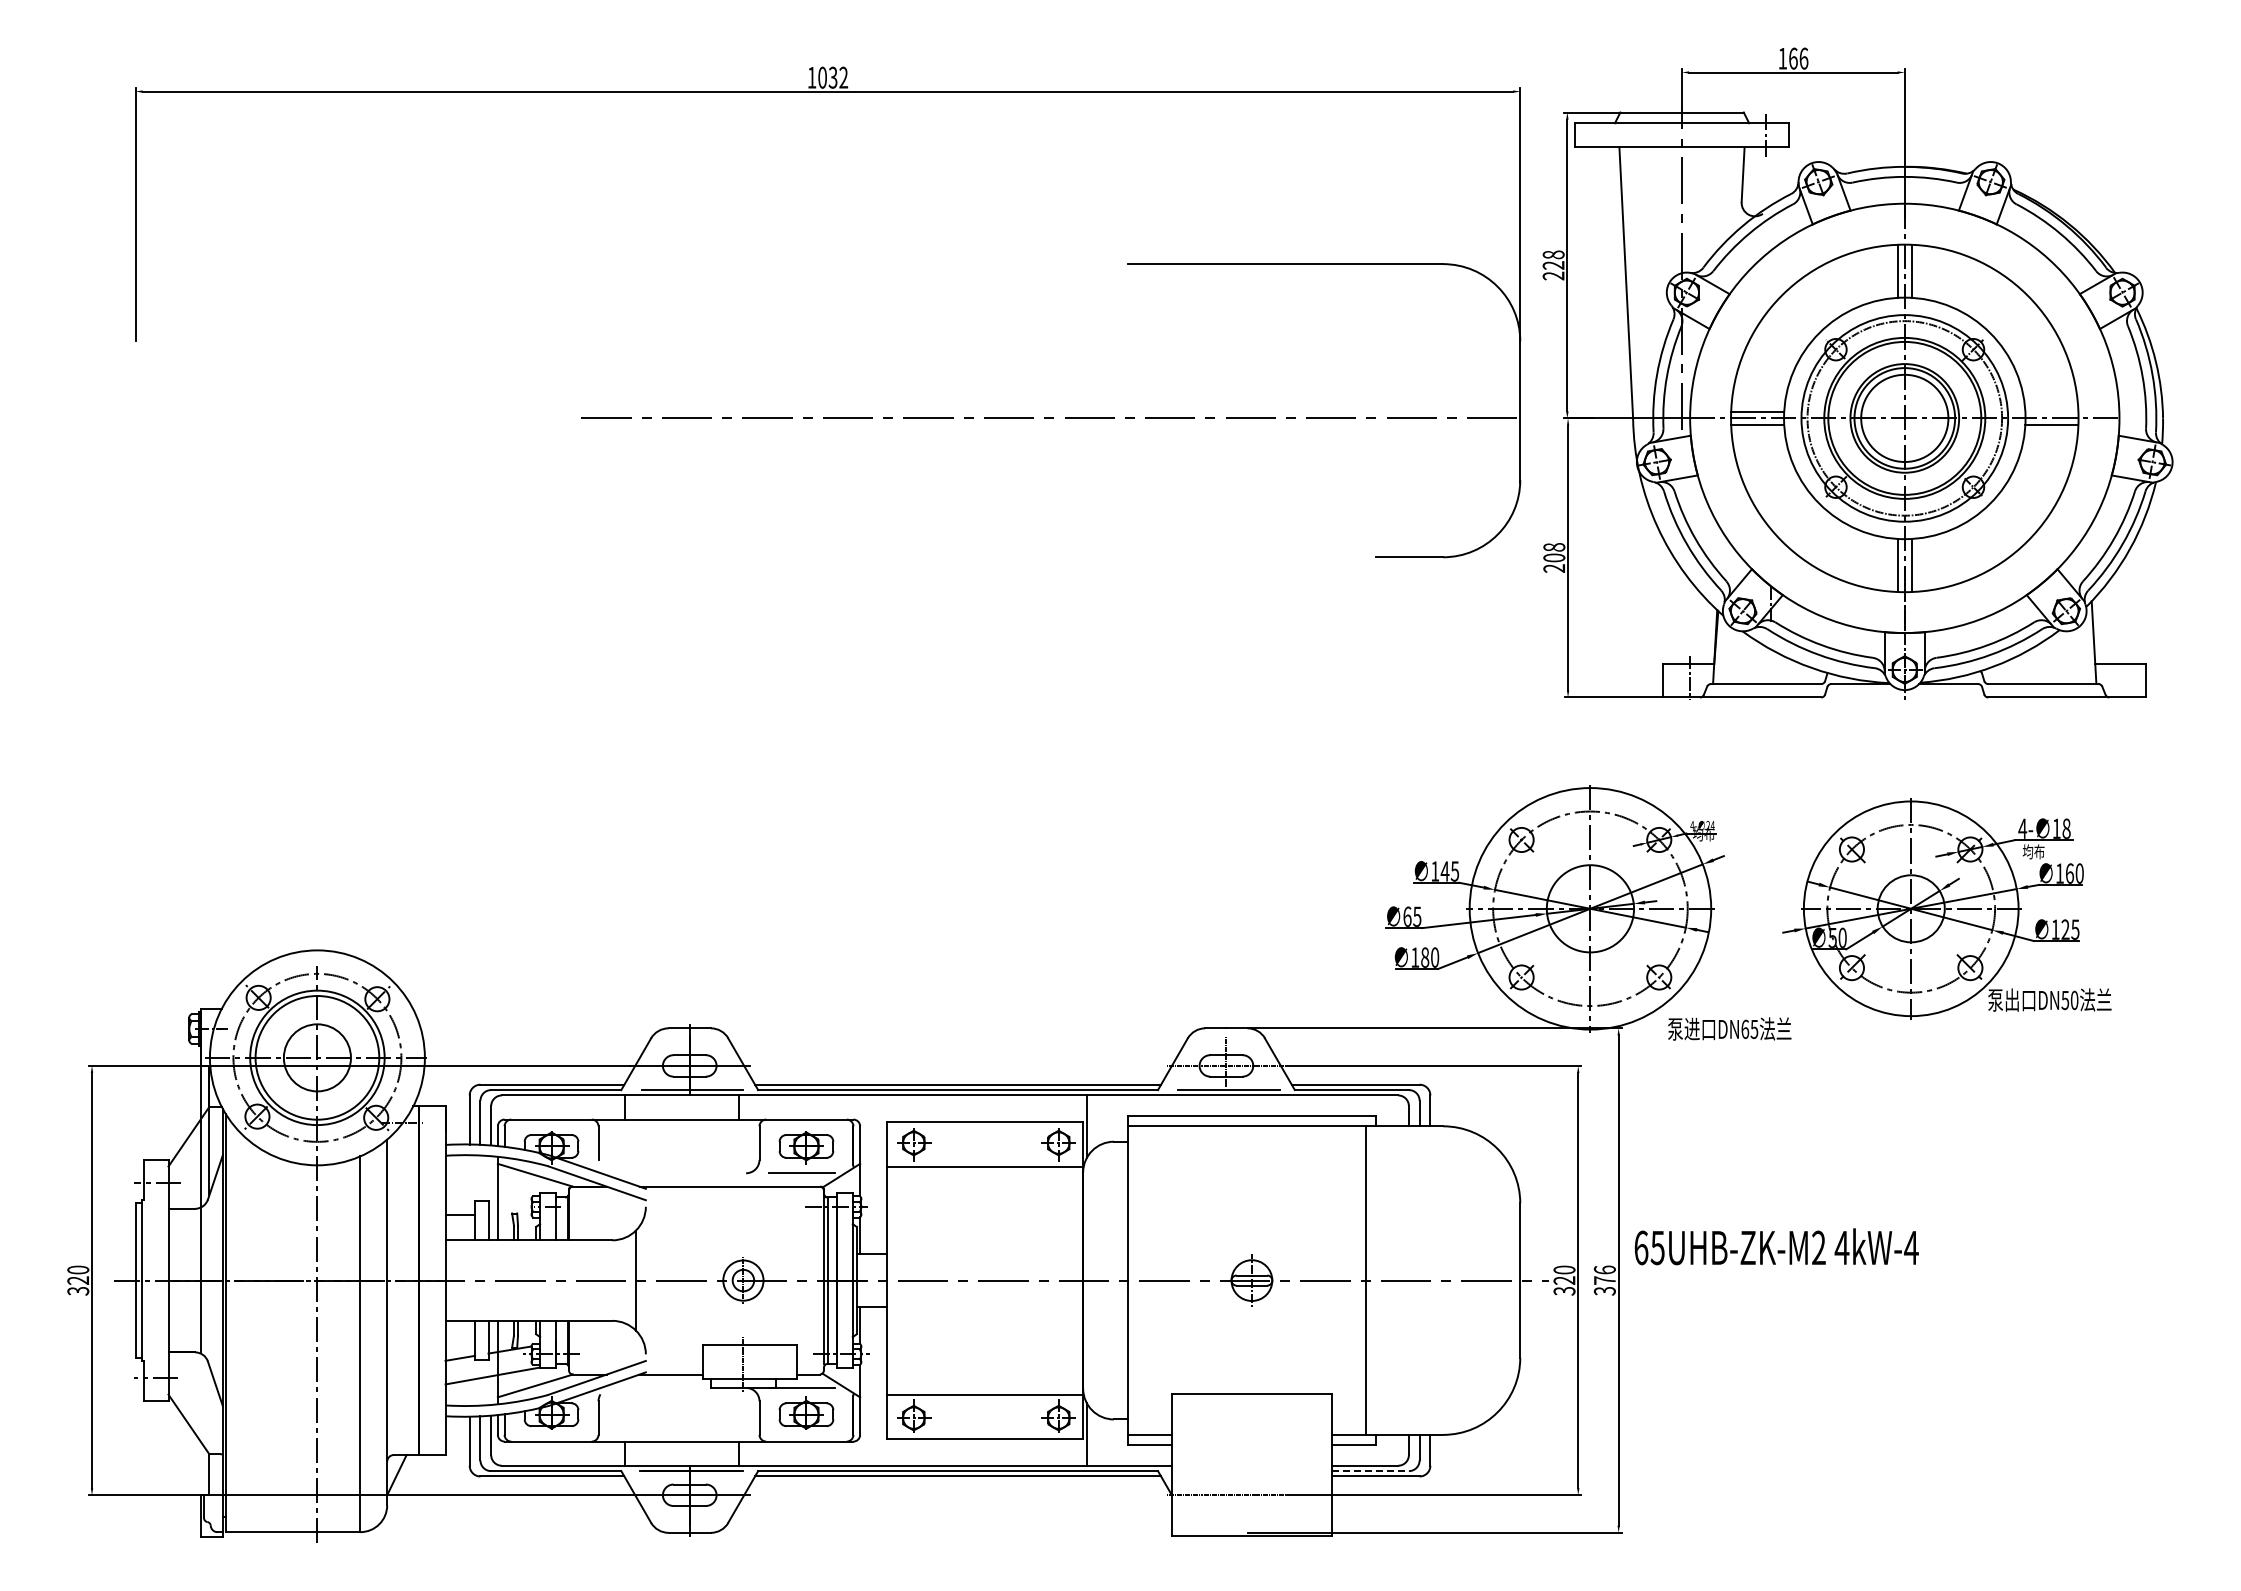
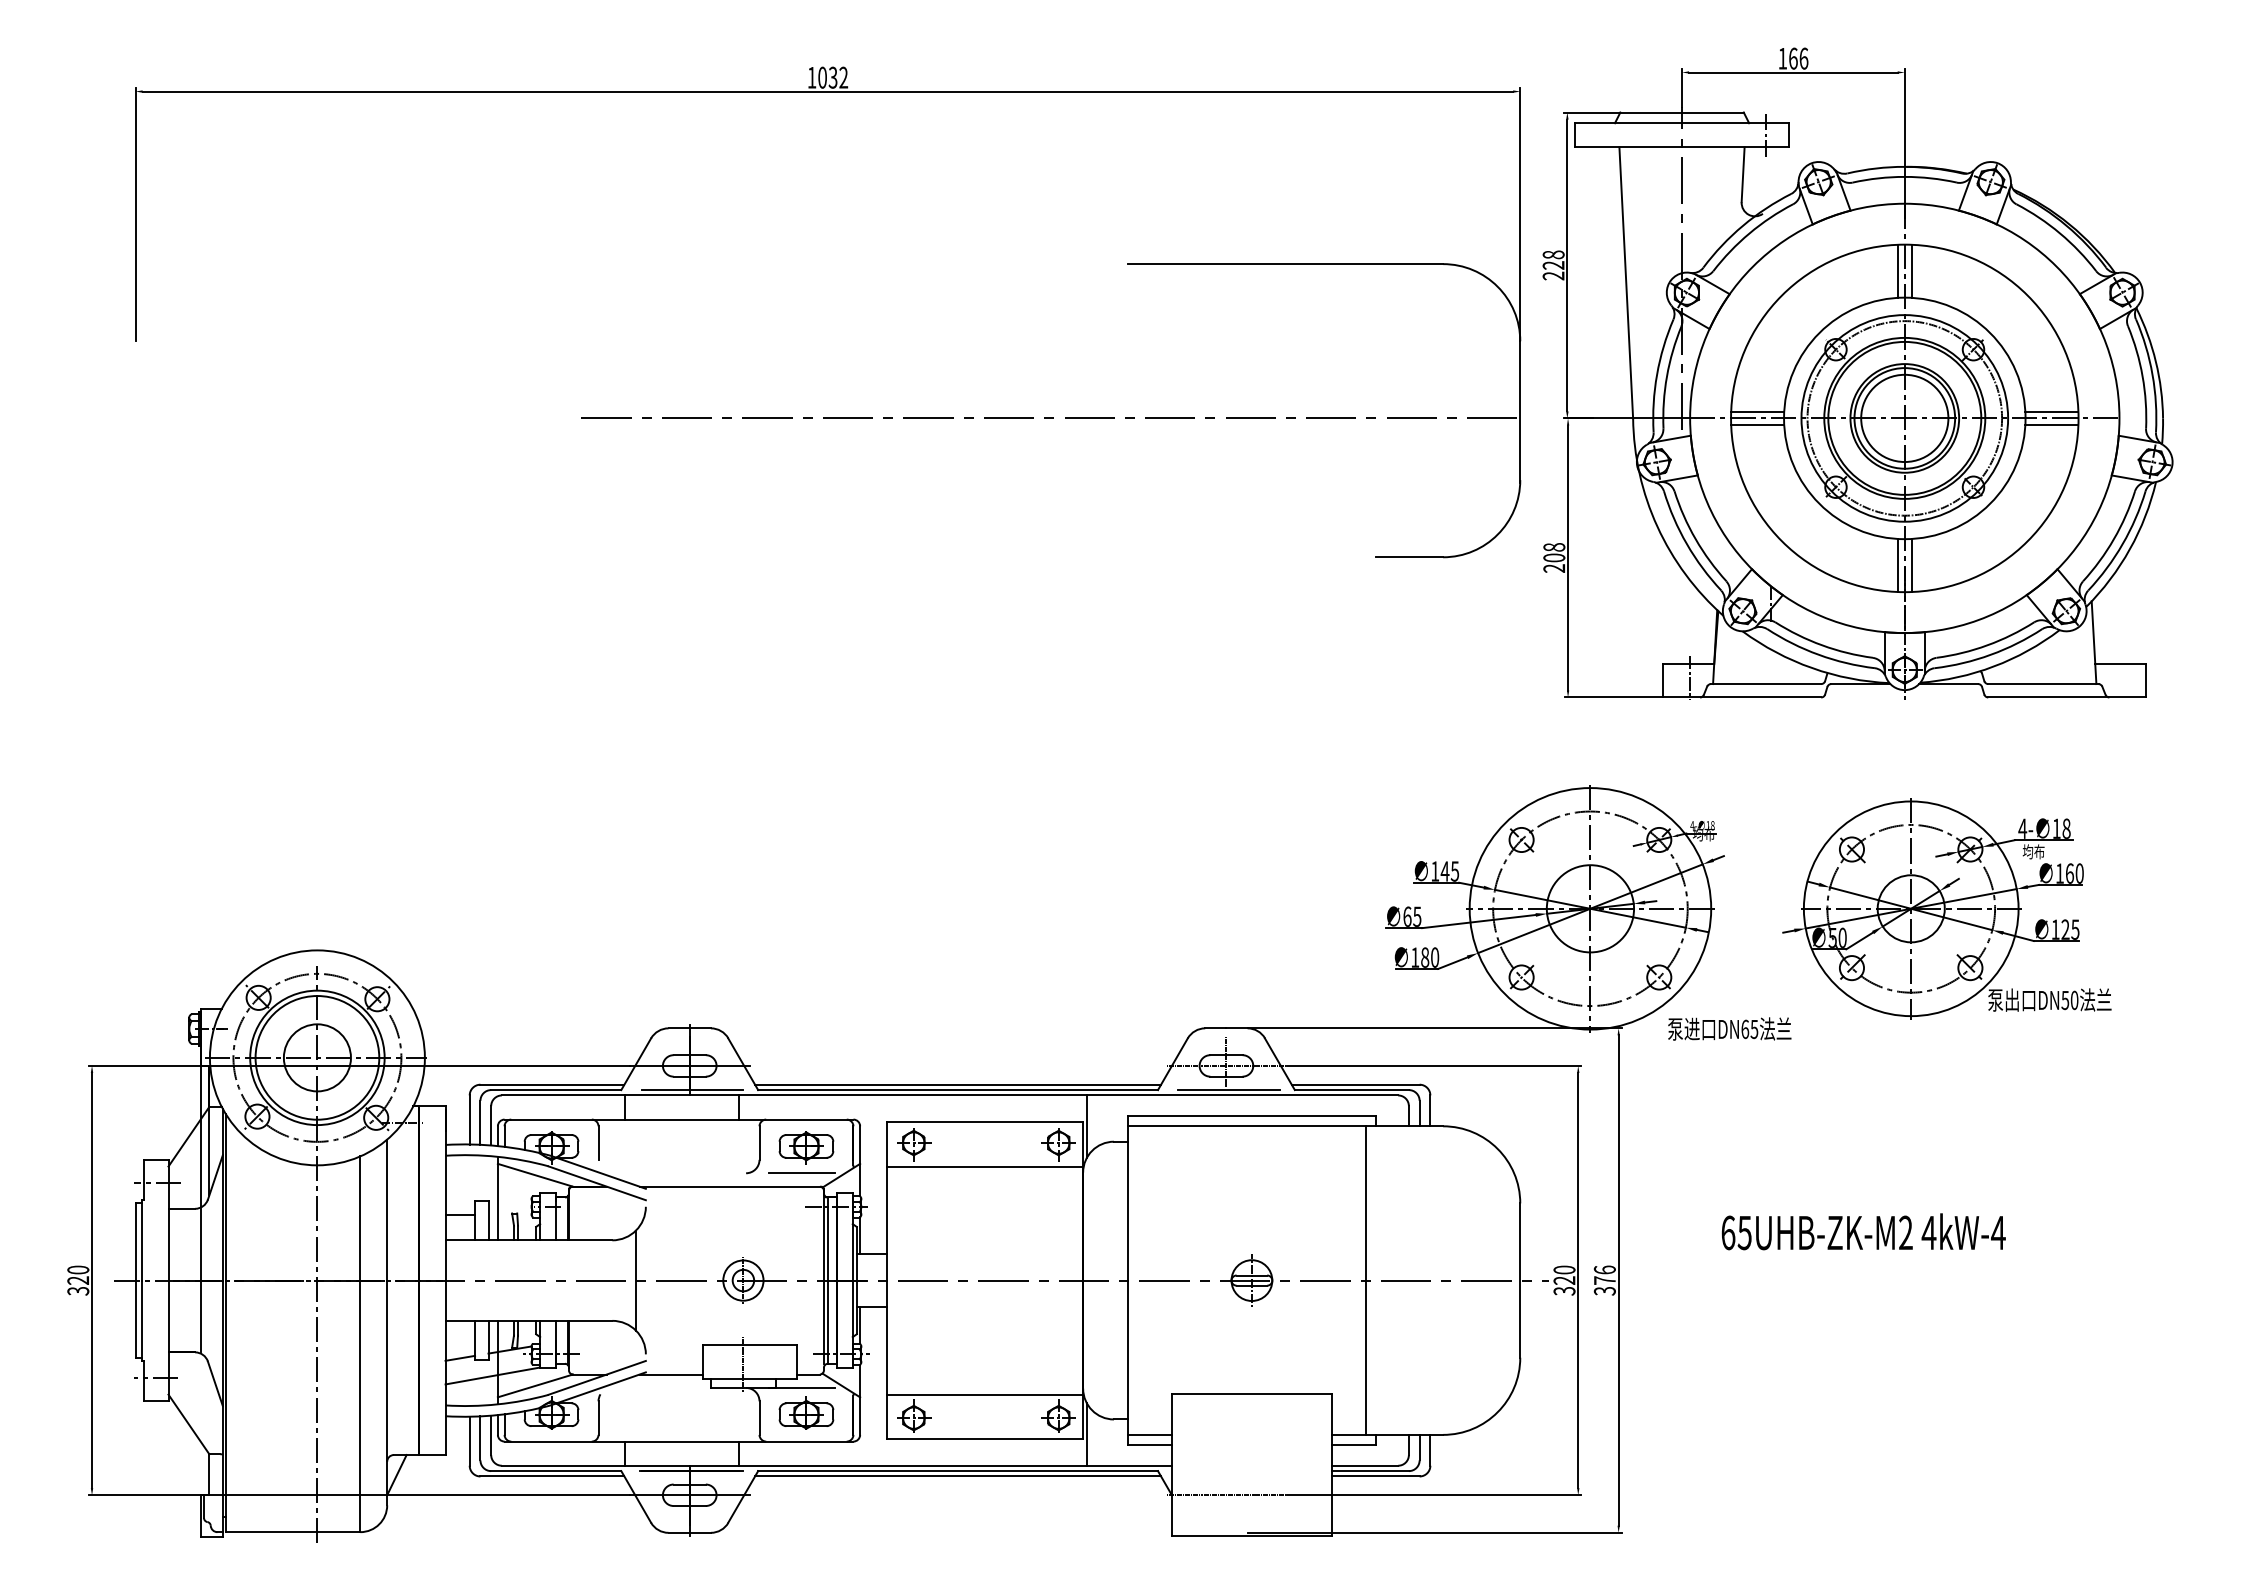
line at (2051, 411): none -> present
text at (1710, 825): 24 -> 18
text at (1776, 1246) position: (1776, 1246) -> (1863, 1231)
line at (1371, 1471): dashed -> solid
